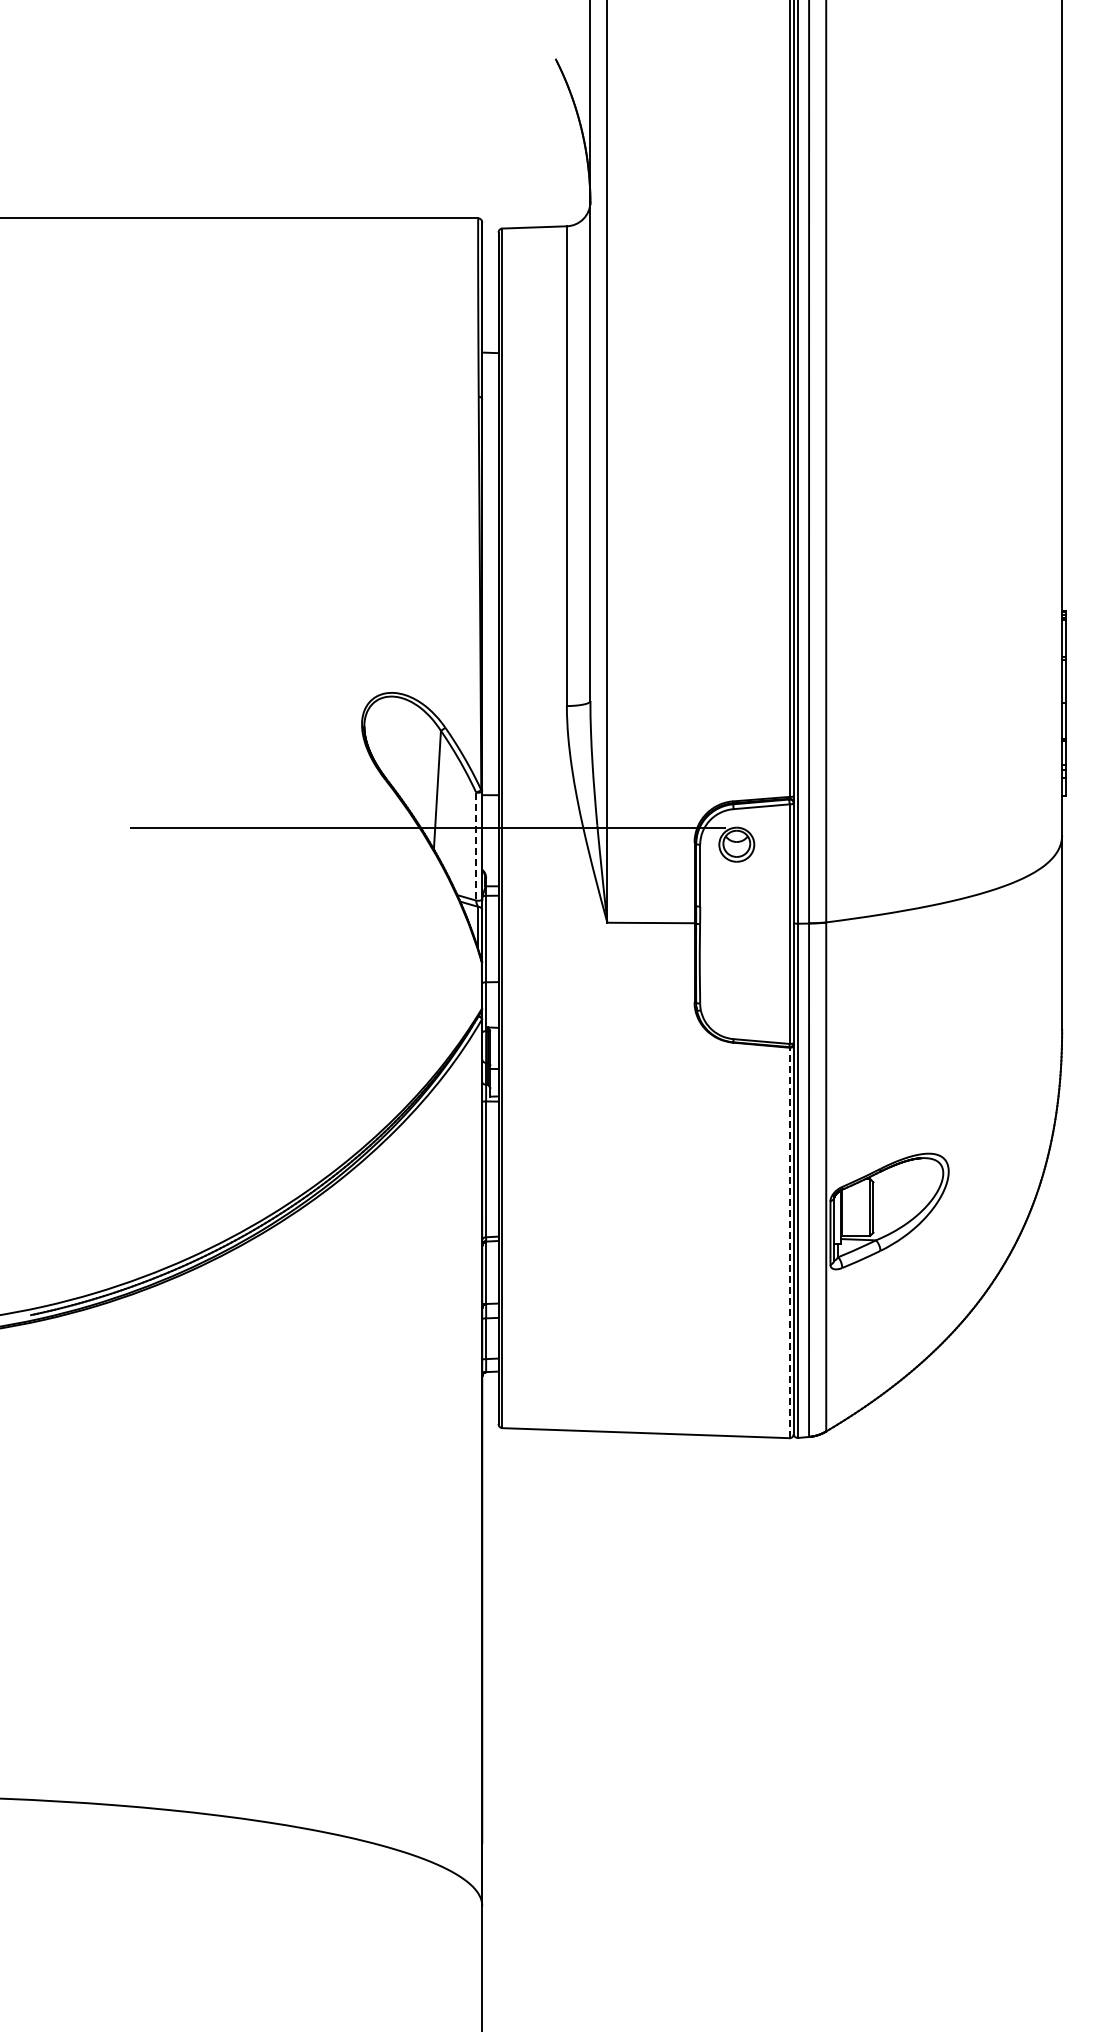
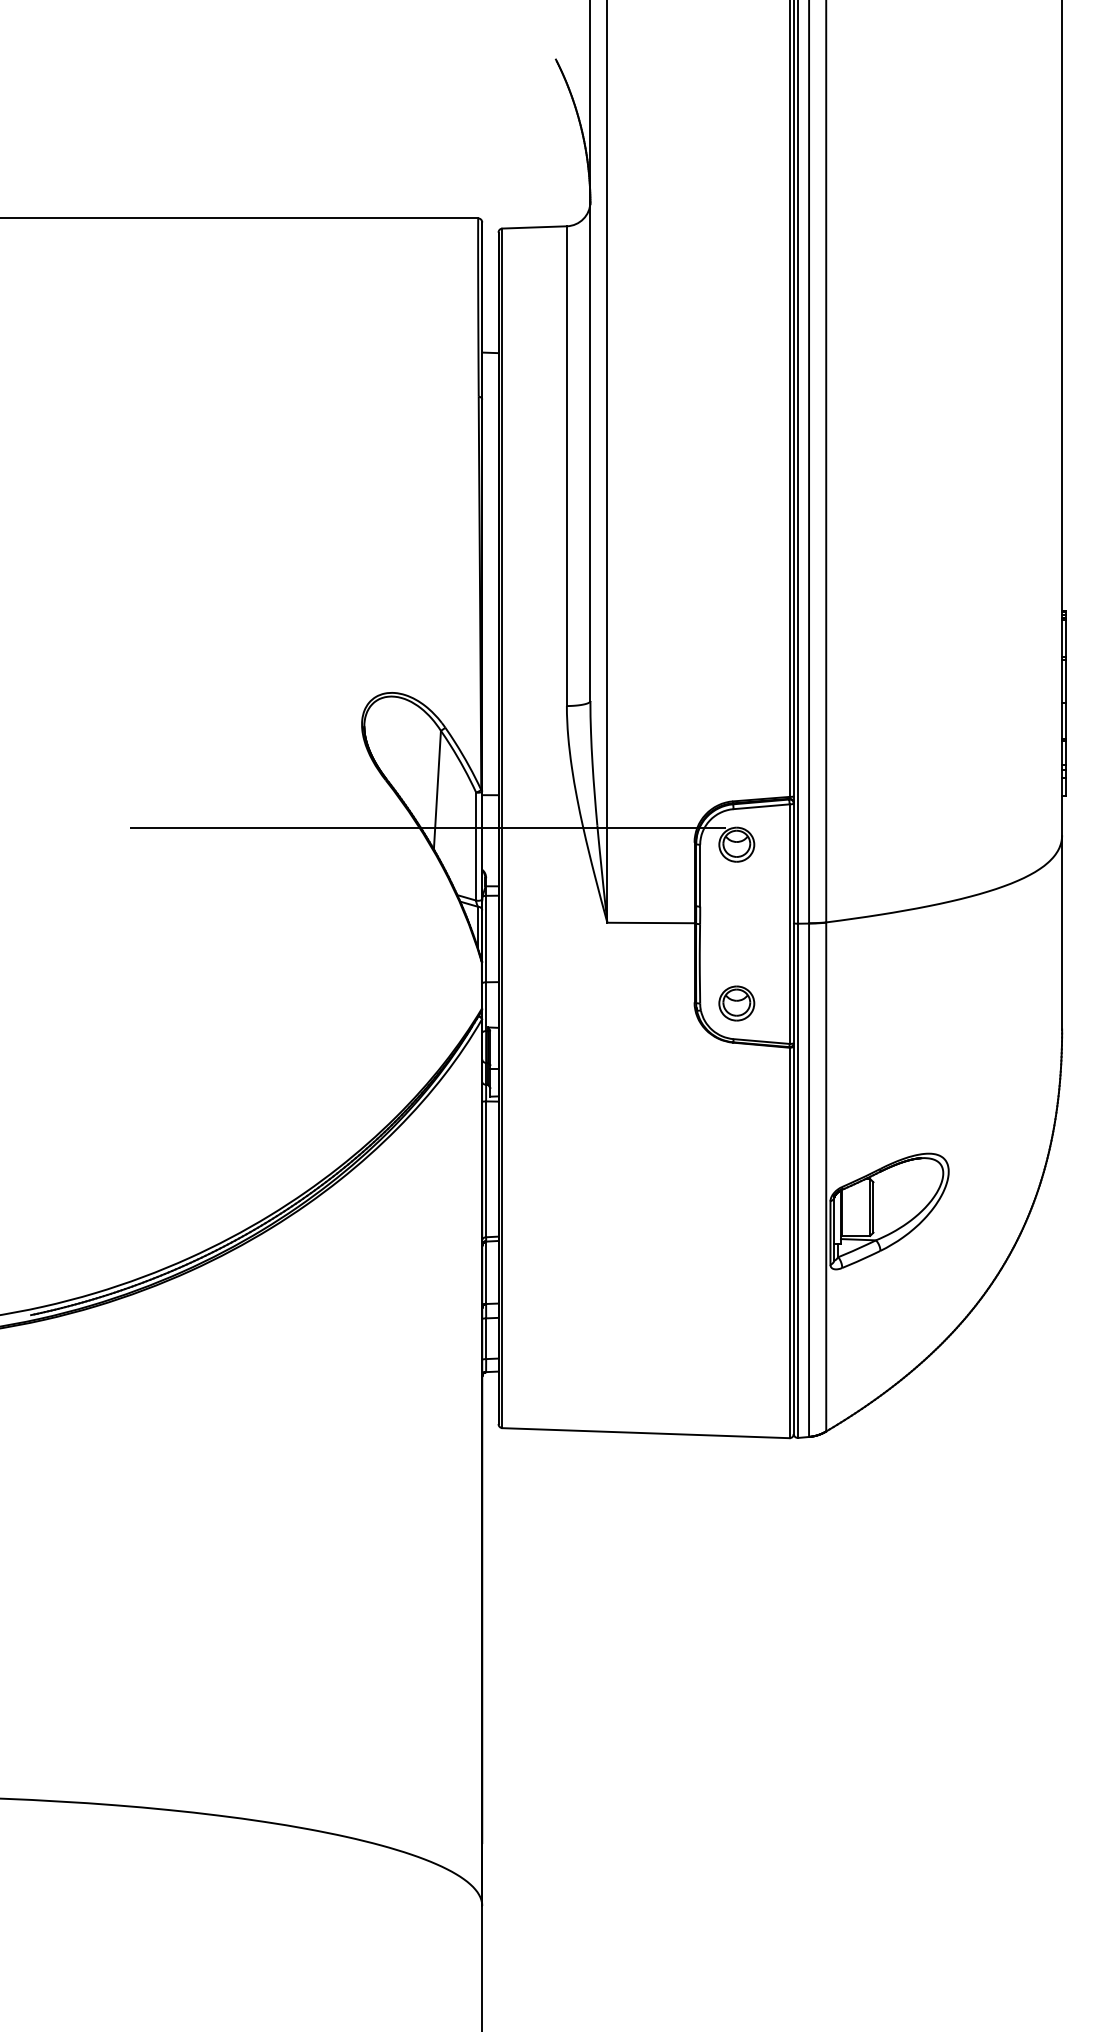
line at (476, 847): dashed -> solid
part at (736, 1003): none -> present
line at (789, 1242): dashed -> solid
